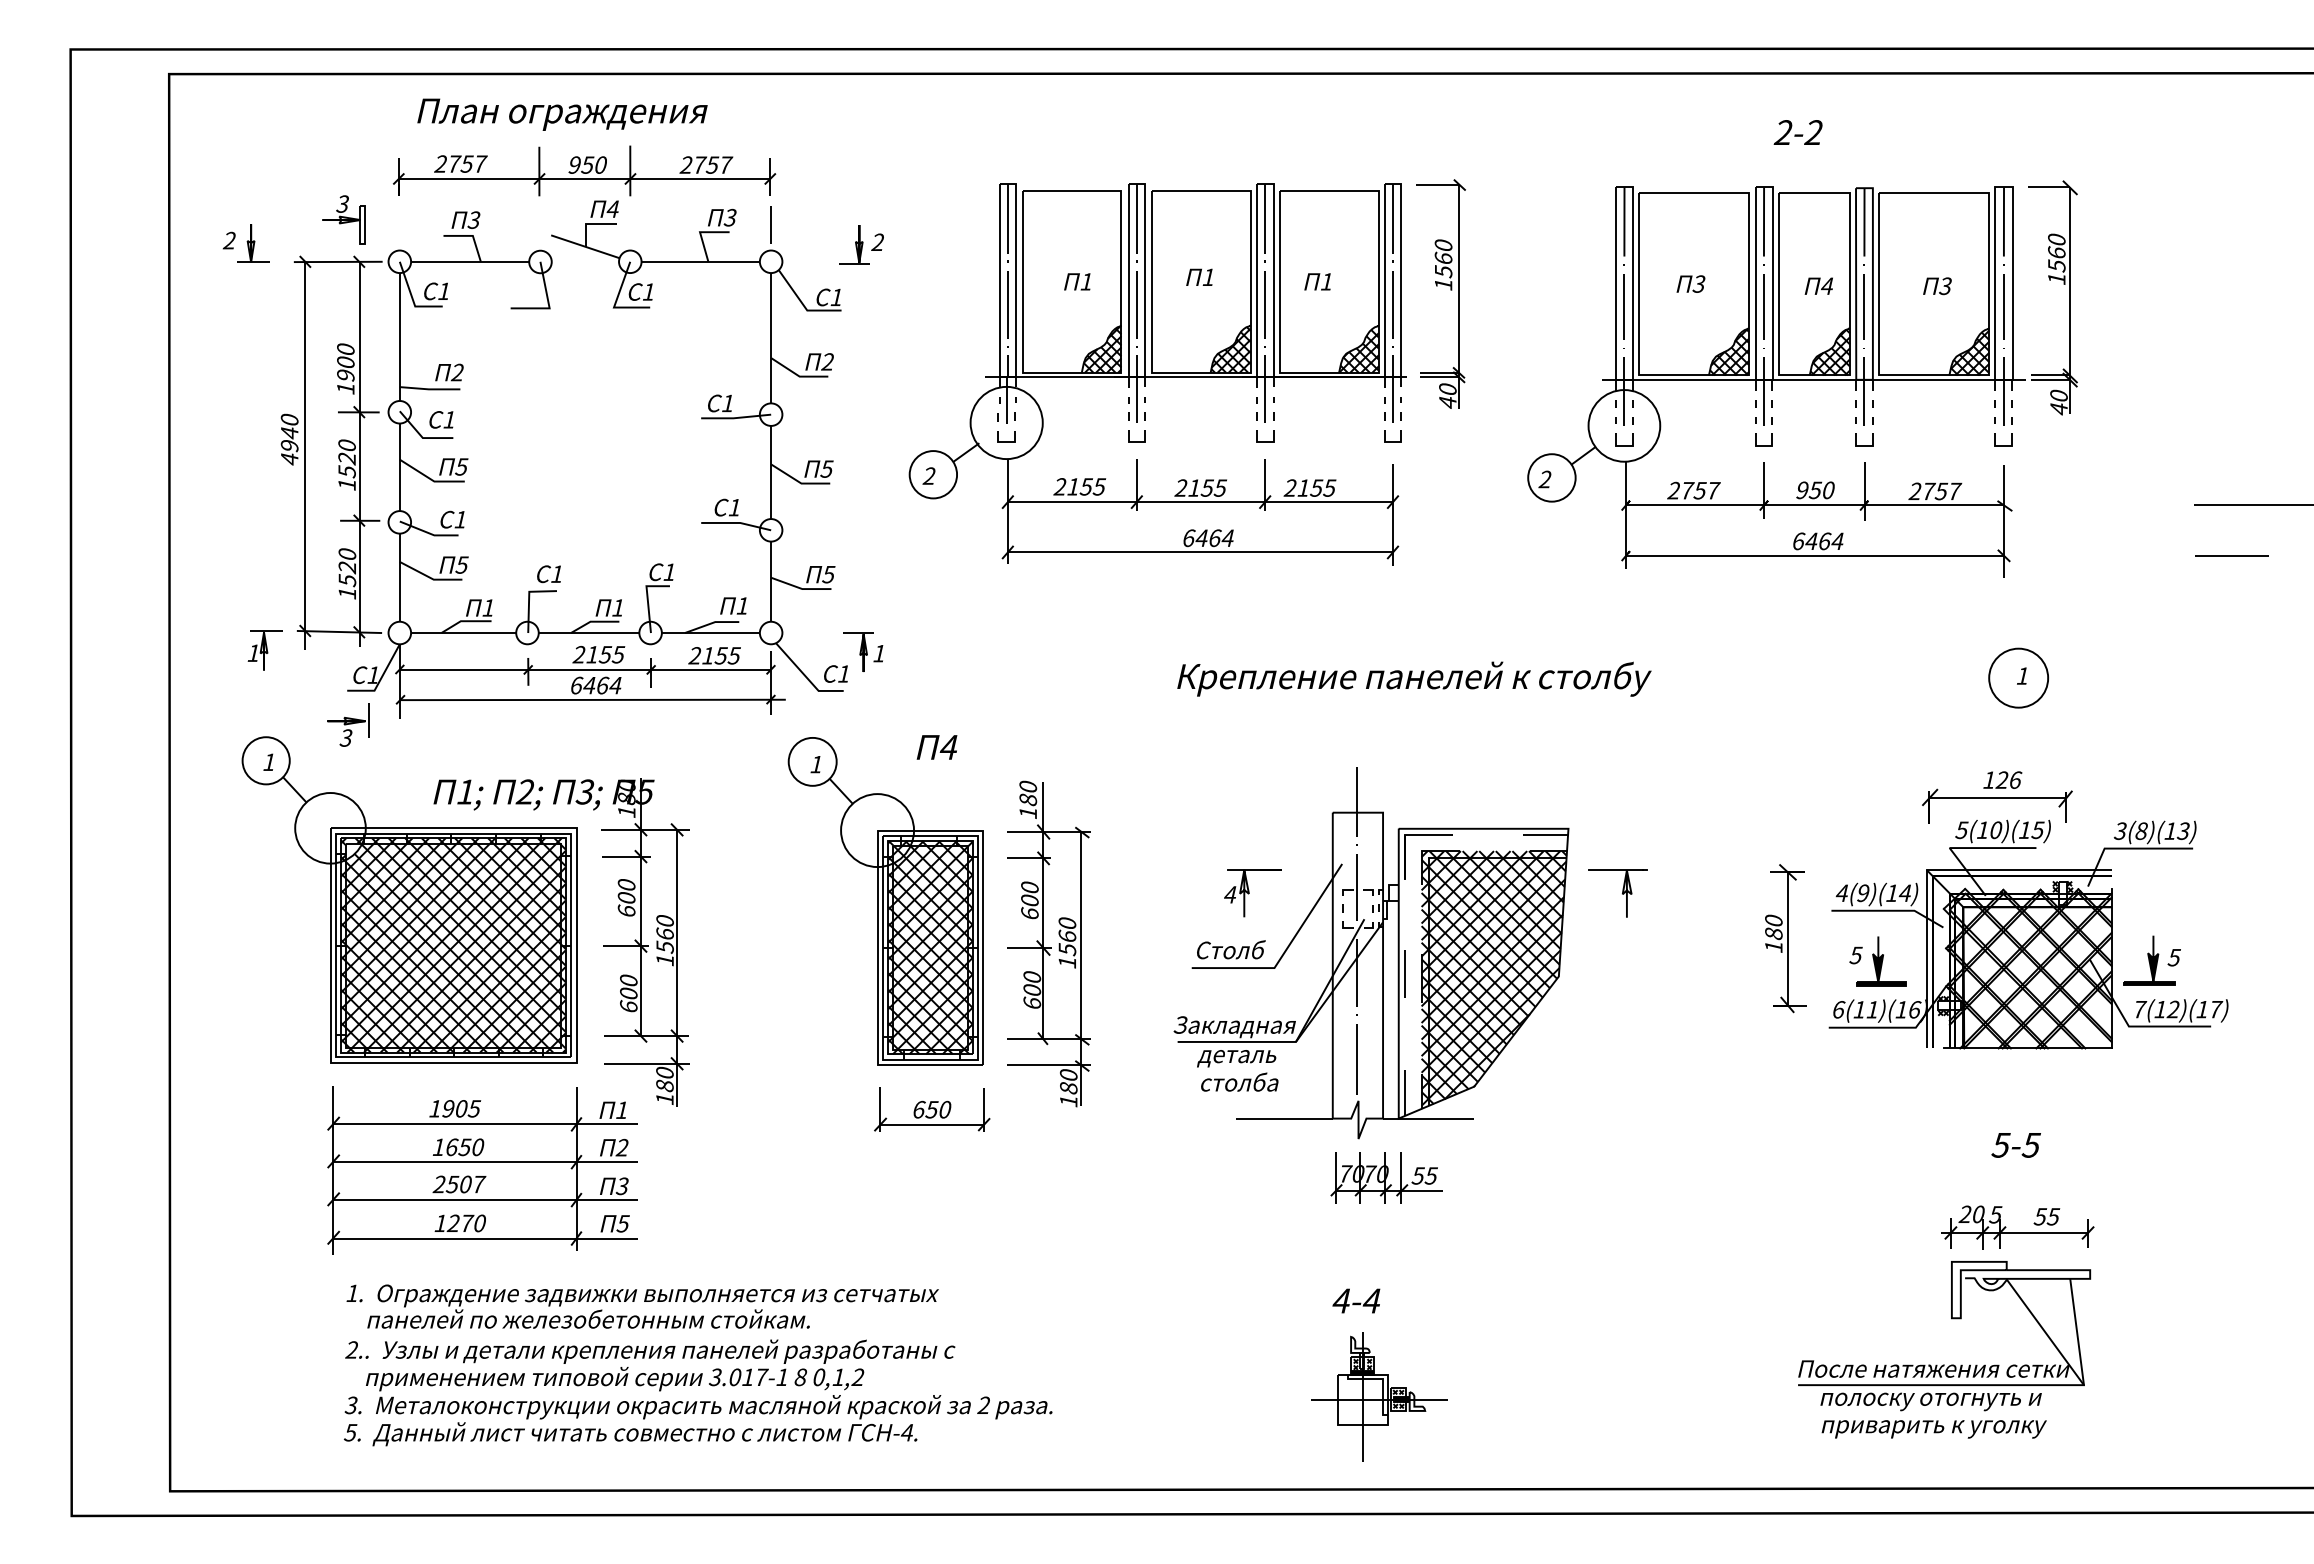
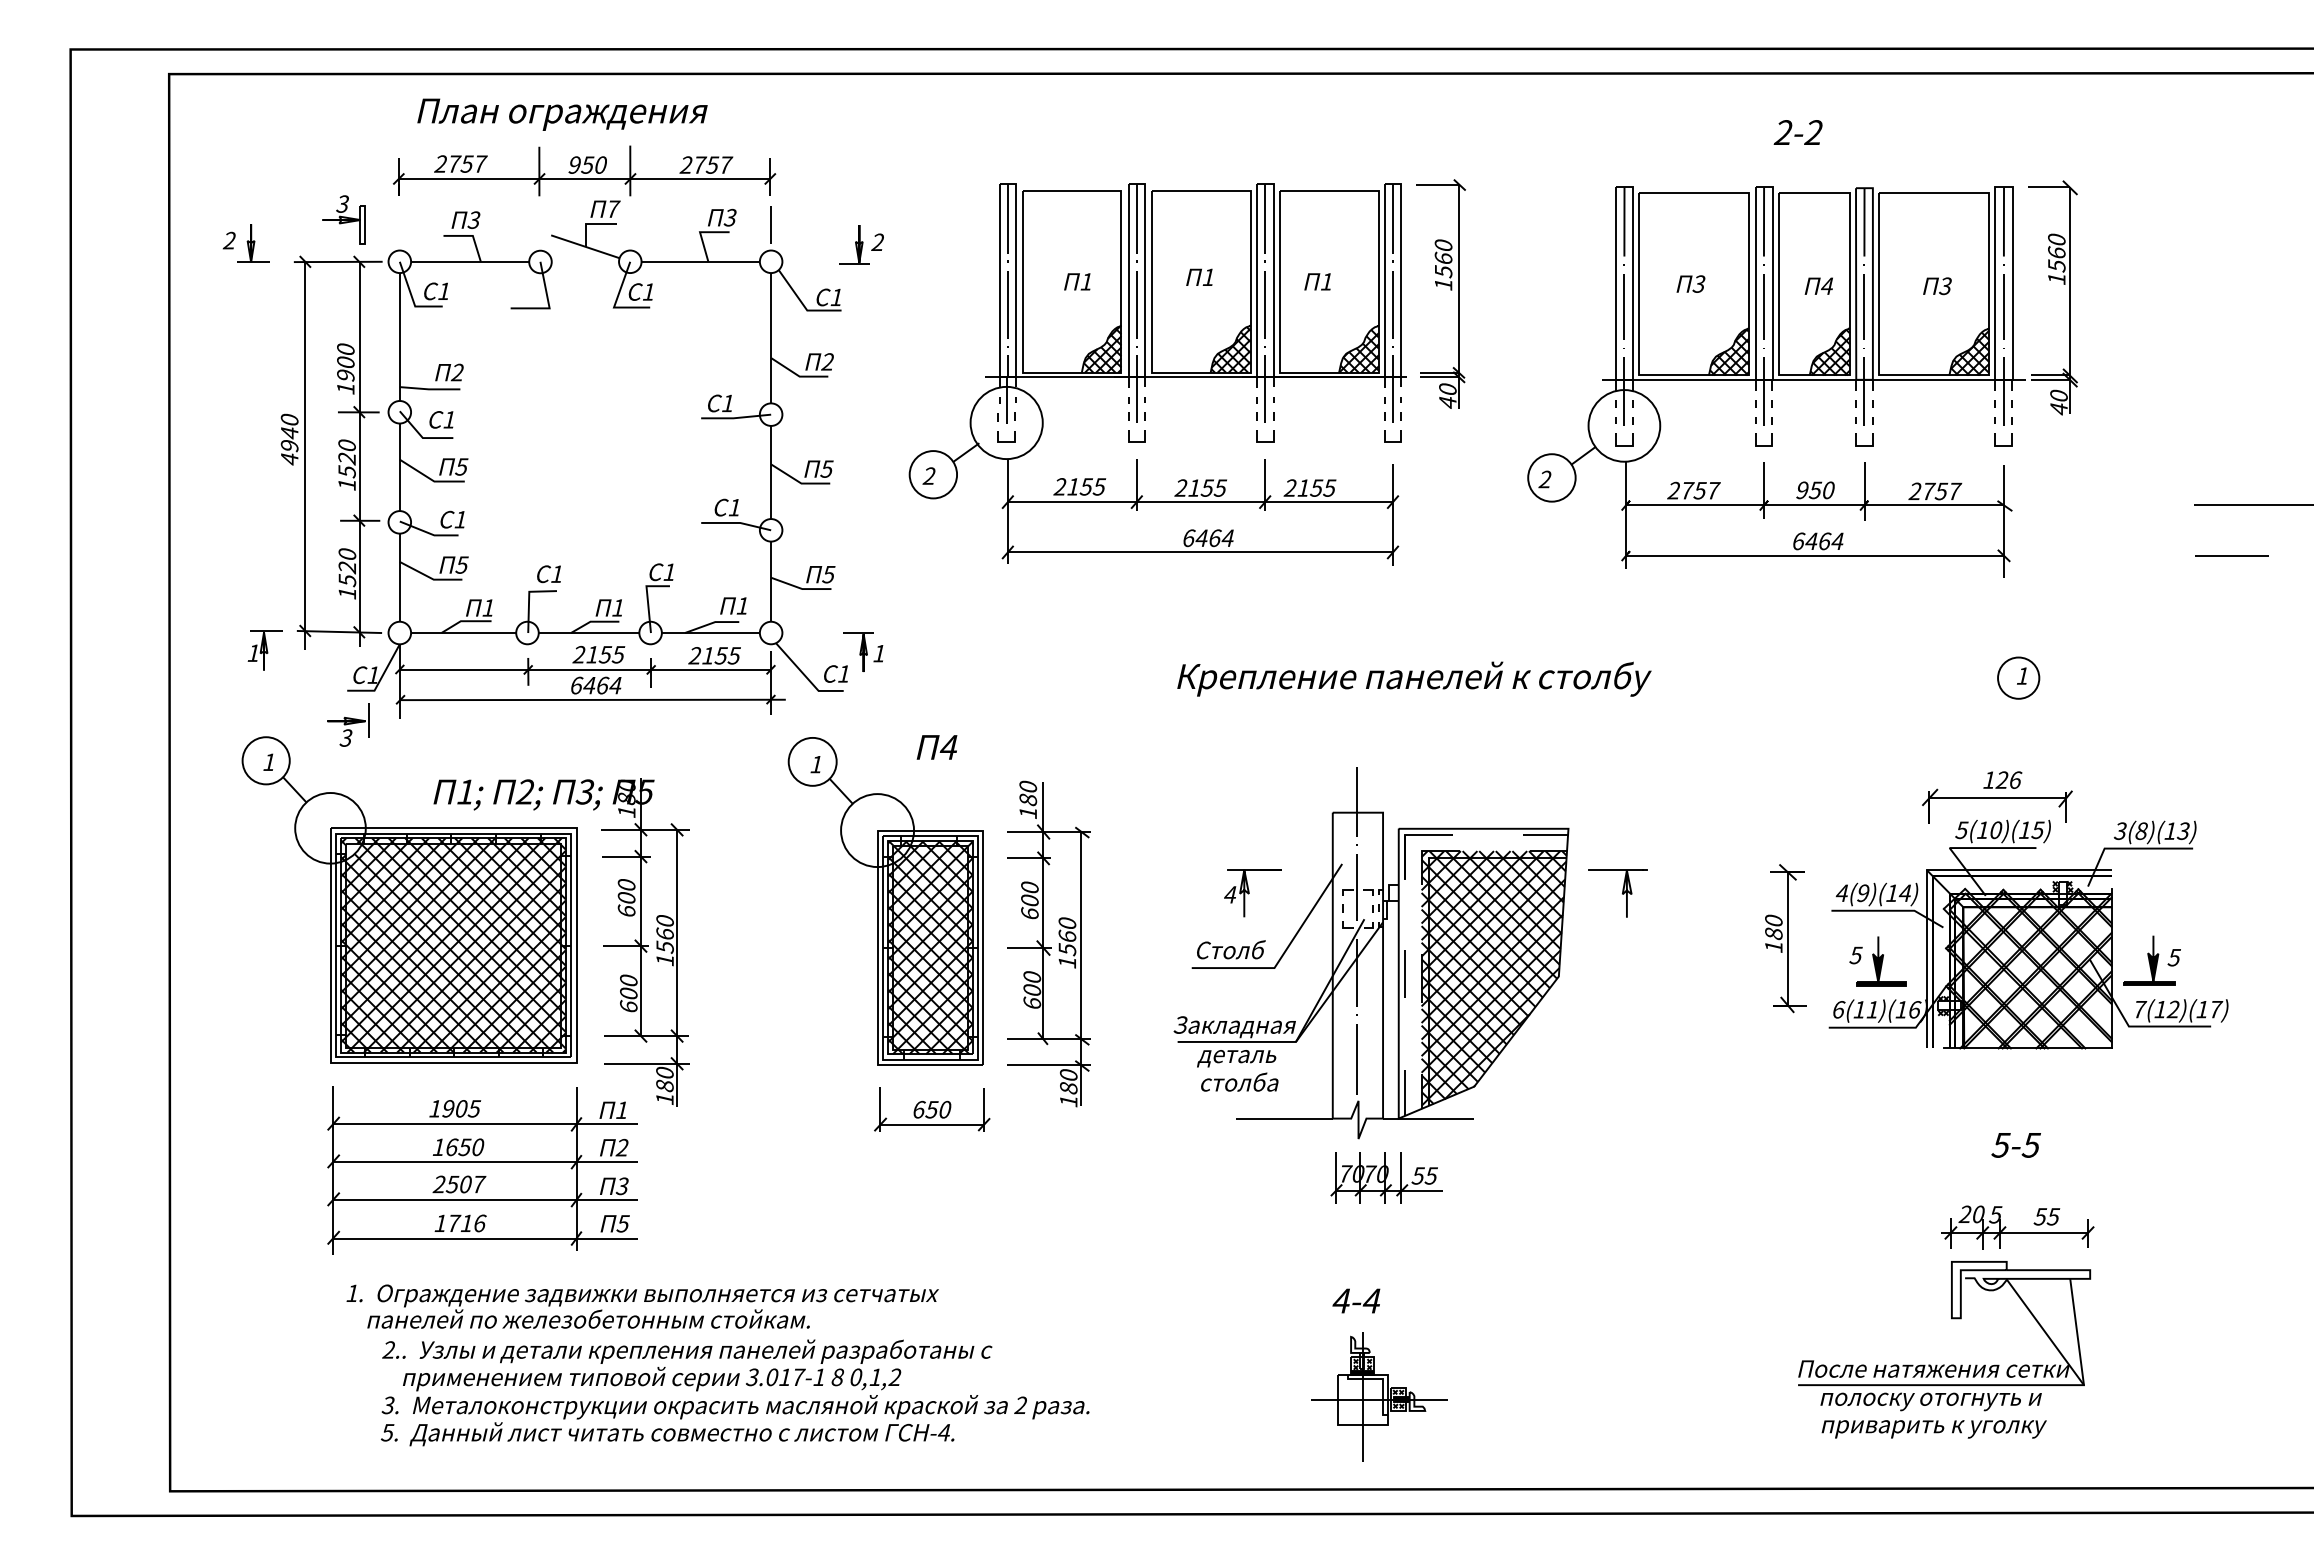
text at (613, 208): 4 -> 7
circle at (2018, 677) diameter: 59 px -> 41 px
text at (466, 1223): 1270 -> 1716
text at (697, 1392) position: (697, 1392) -> (734, 1392)
